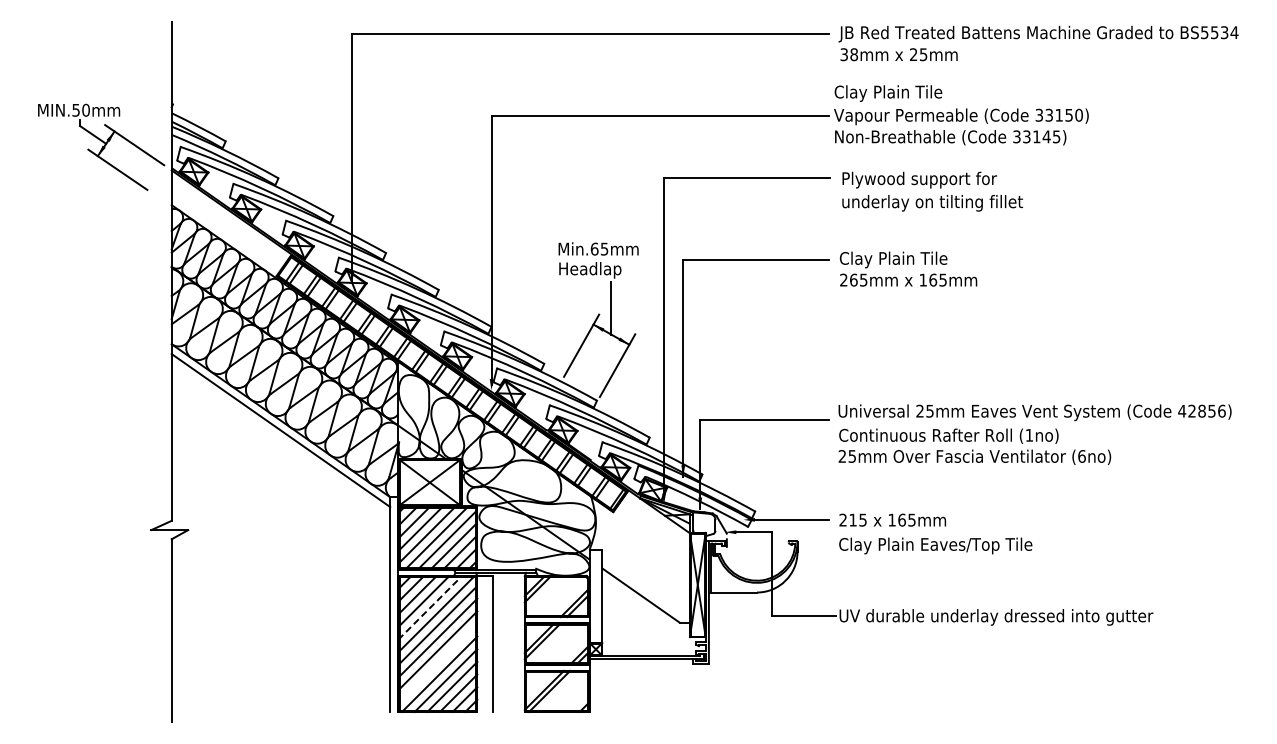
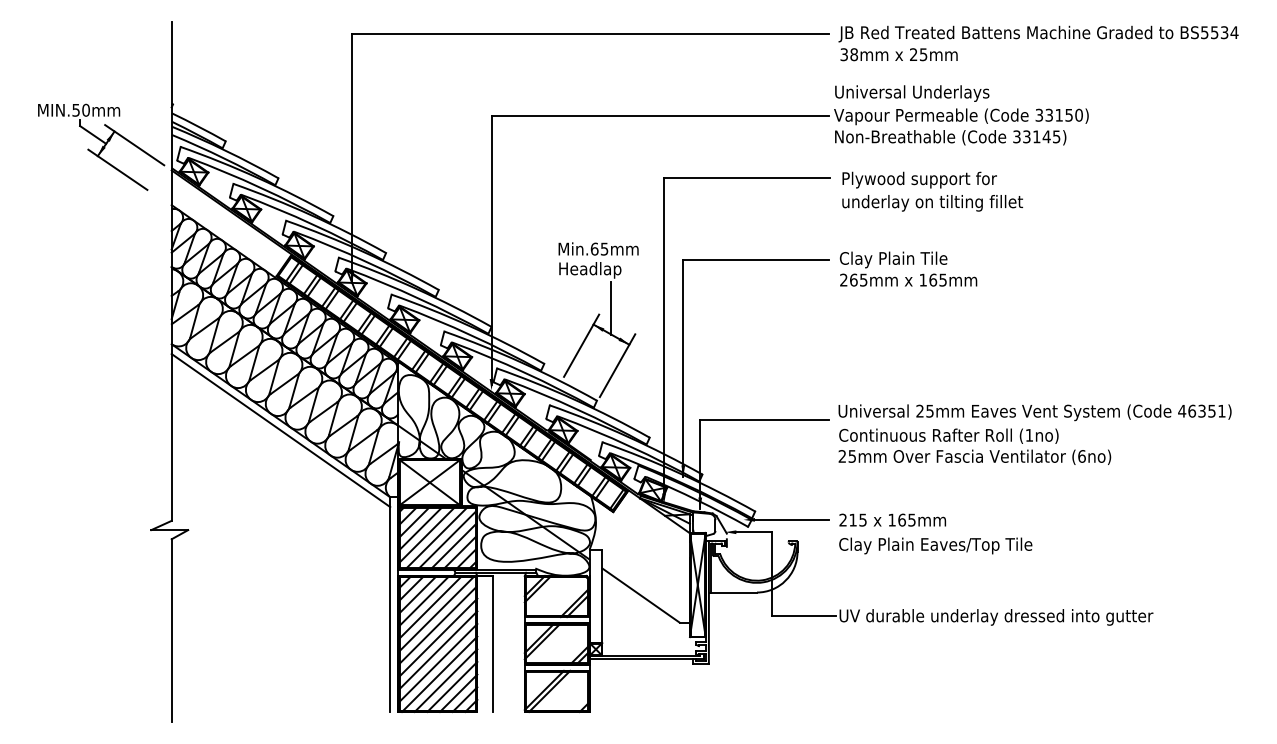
text at (911, 93): Clay Plain Tile -> Universal Underlays
text at (1206, 410): 42856) -> 46351)
line at (429, 608): dashed -> solid
line at (437, 663): none -> present
